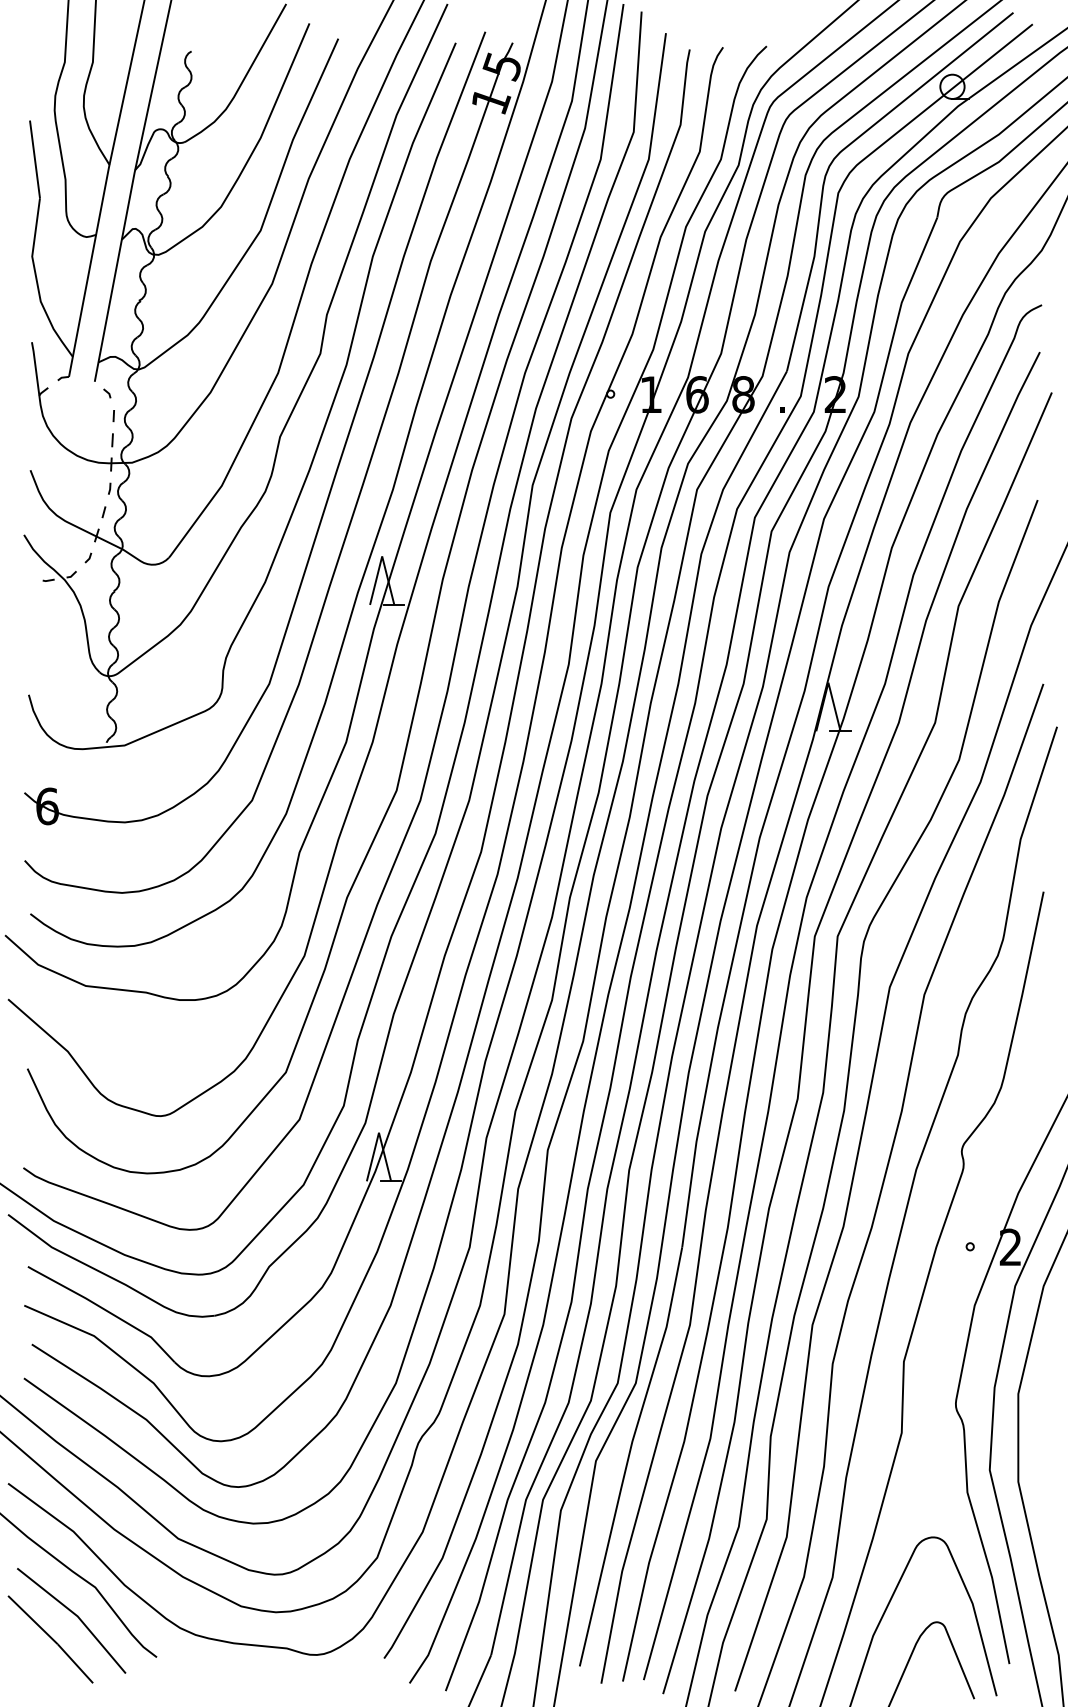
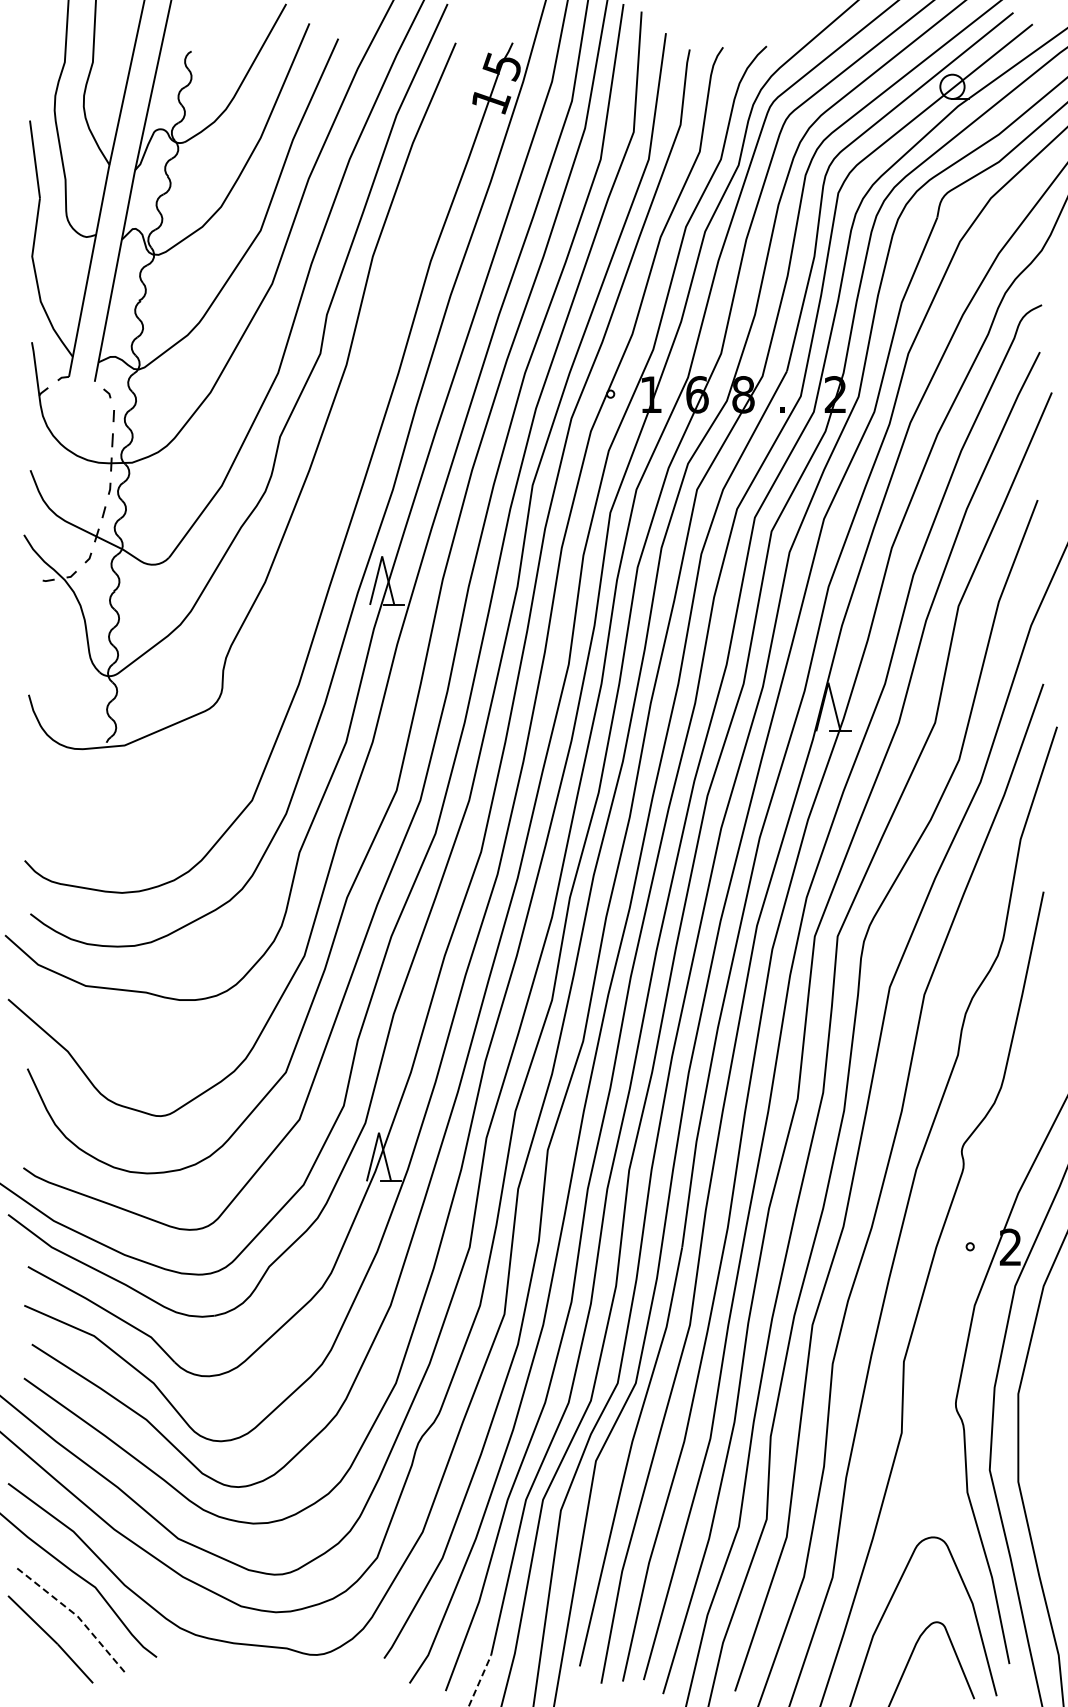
part at (340, 455): present -> none
line at (76, 1615): solid -> dashed
line at (480, 1680): solid -> dashed
